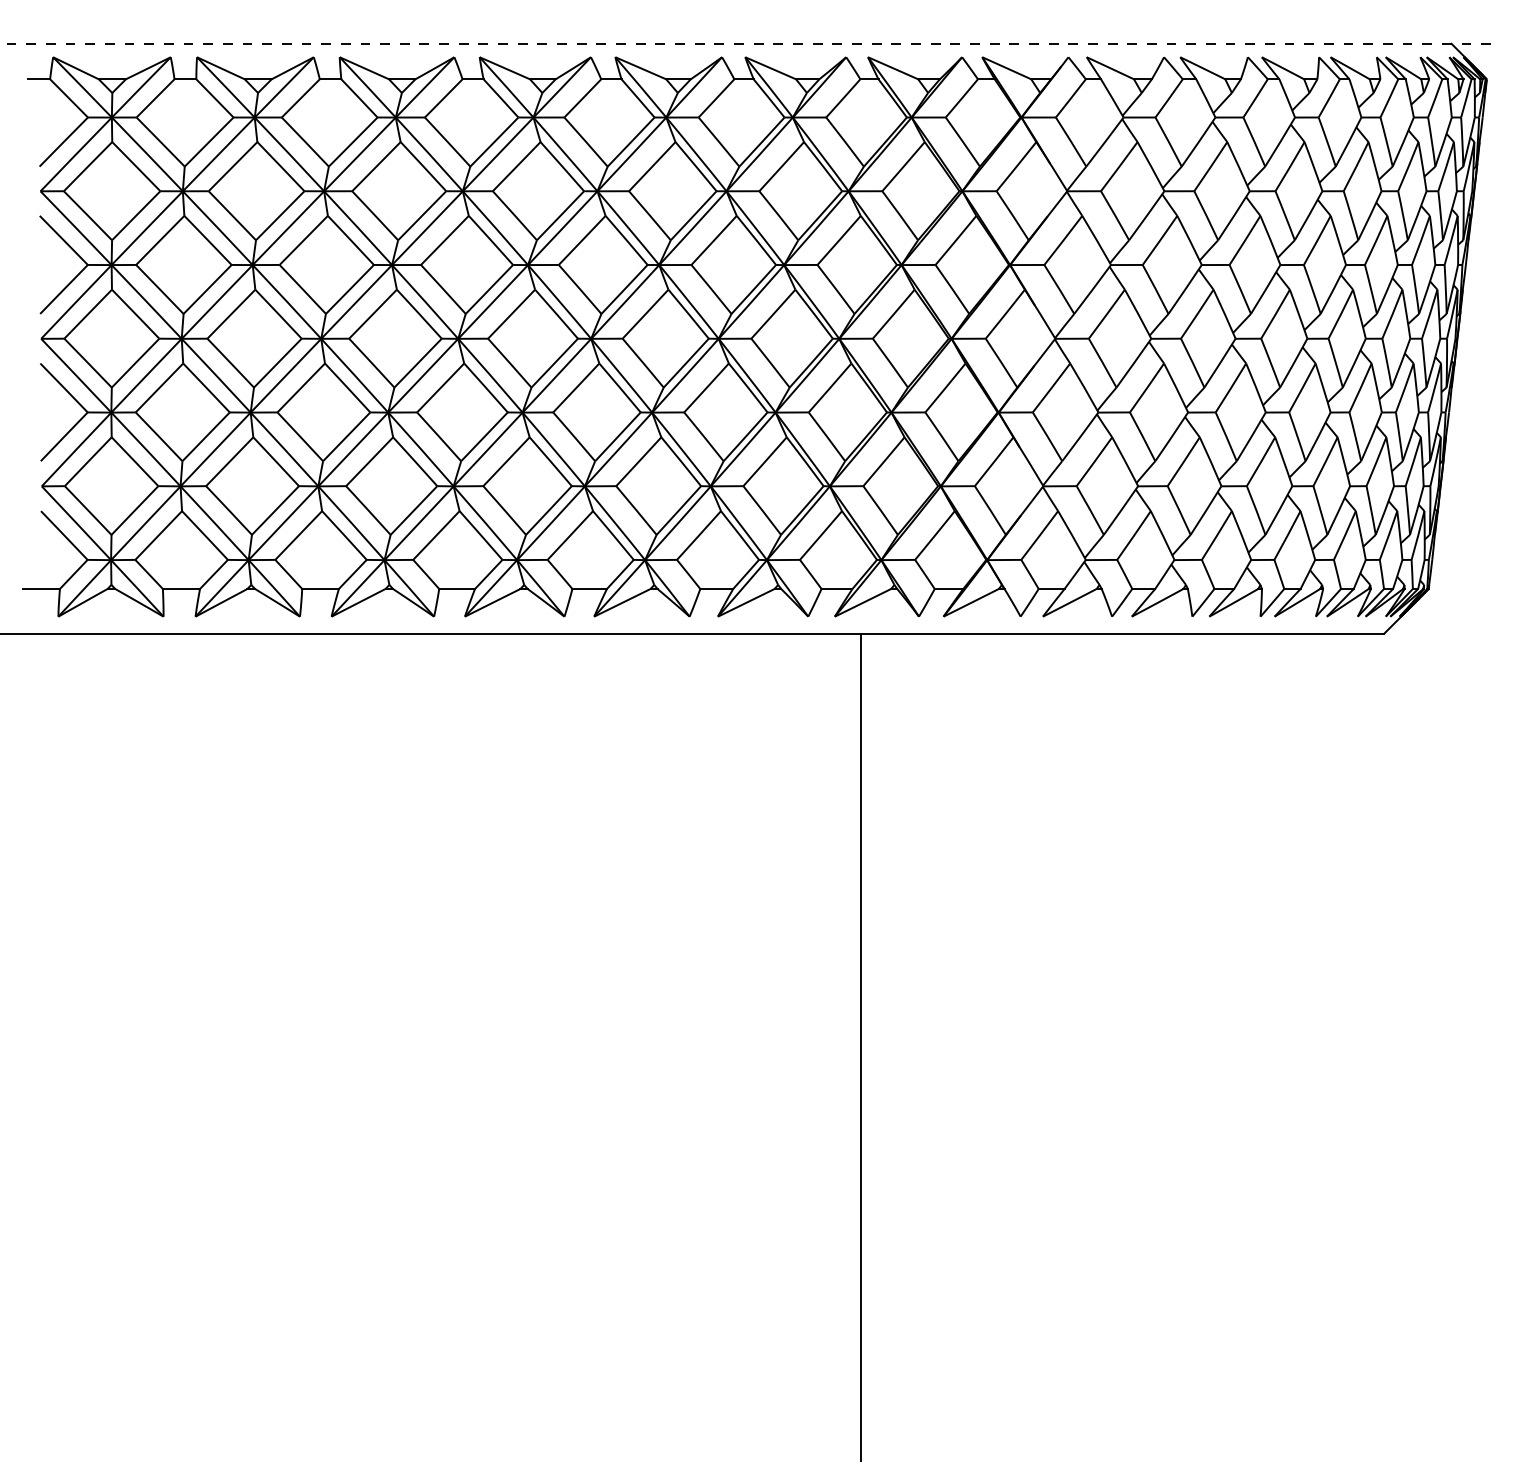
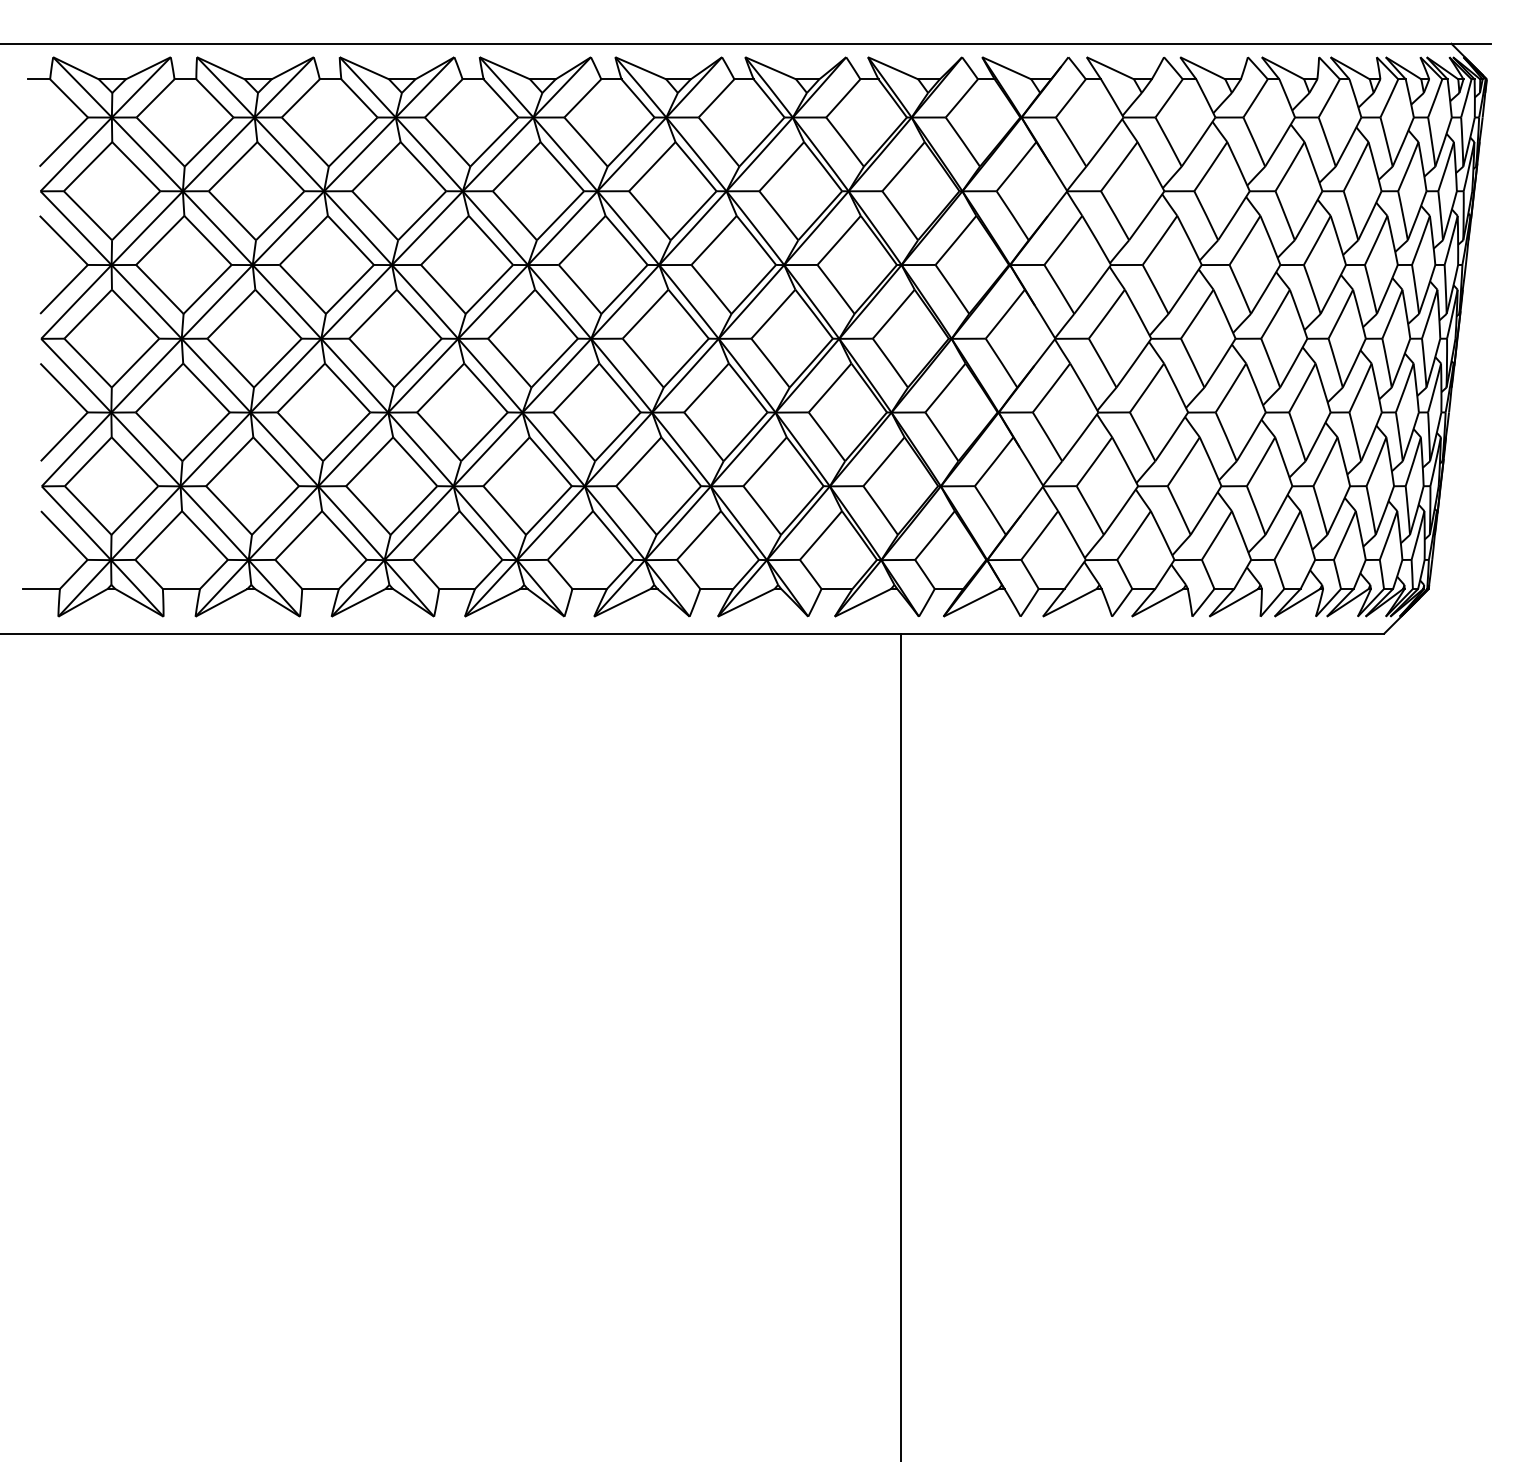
line at (745, 43): dashed -> solid
line at (861, 1045) position: (861, 1045) -> (901, 1045)
